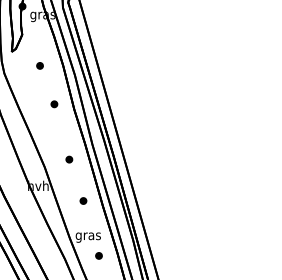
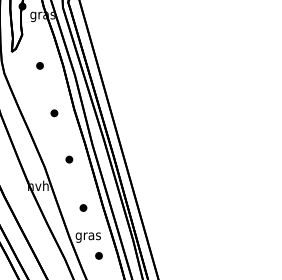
part at (54, 104) position: (54, 104) -> (54, 113)
part at (83, 200) position: (83, 200) -> (83, 207)
